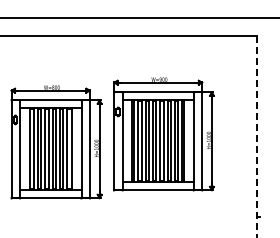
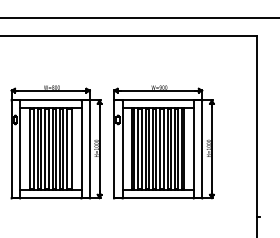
part at (163, 134) position: (163, 134) -> (163, 142)
line at (256, 136): dashed -> solid
